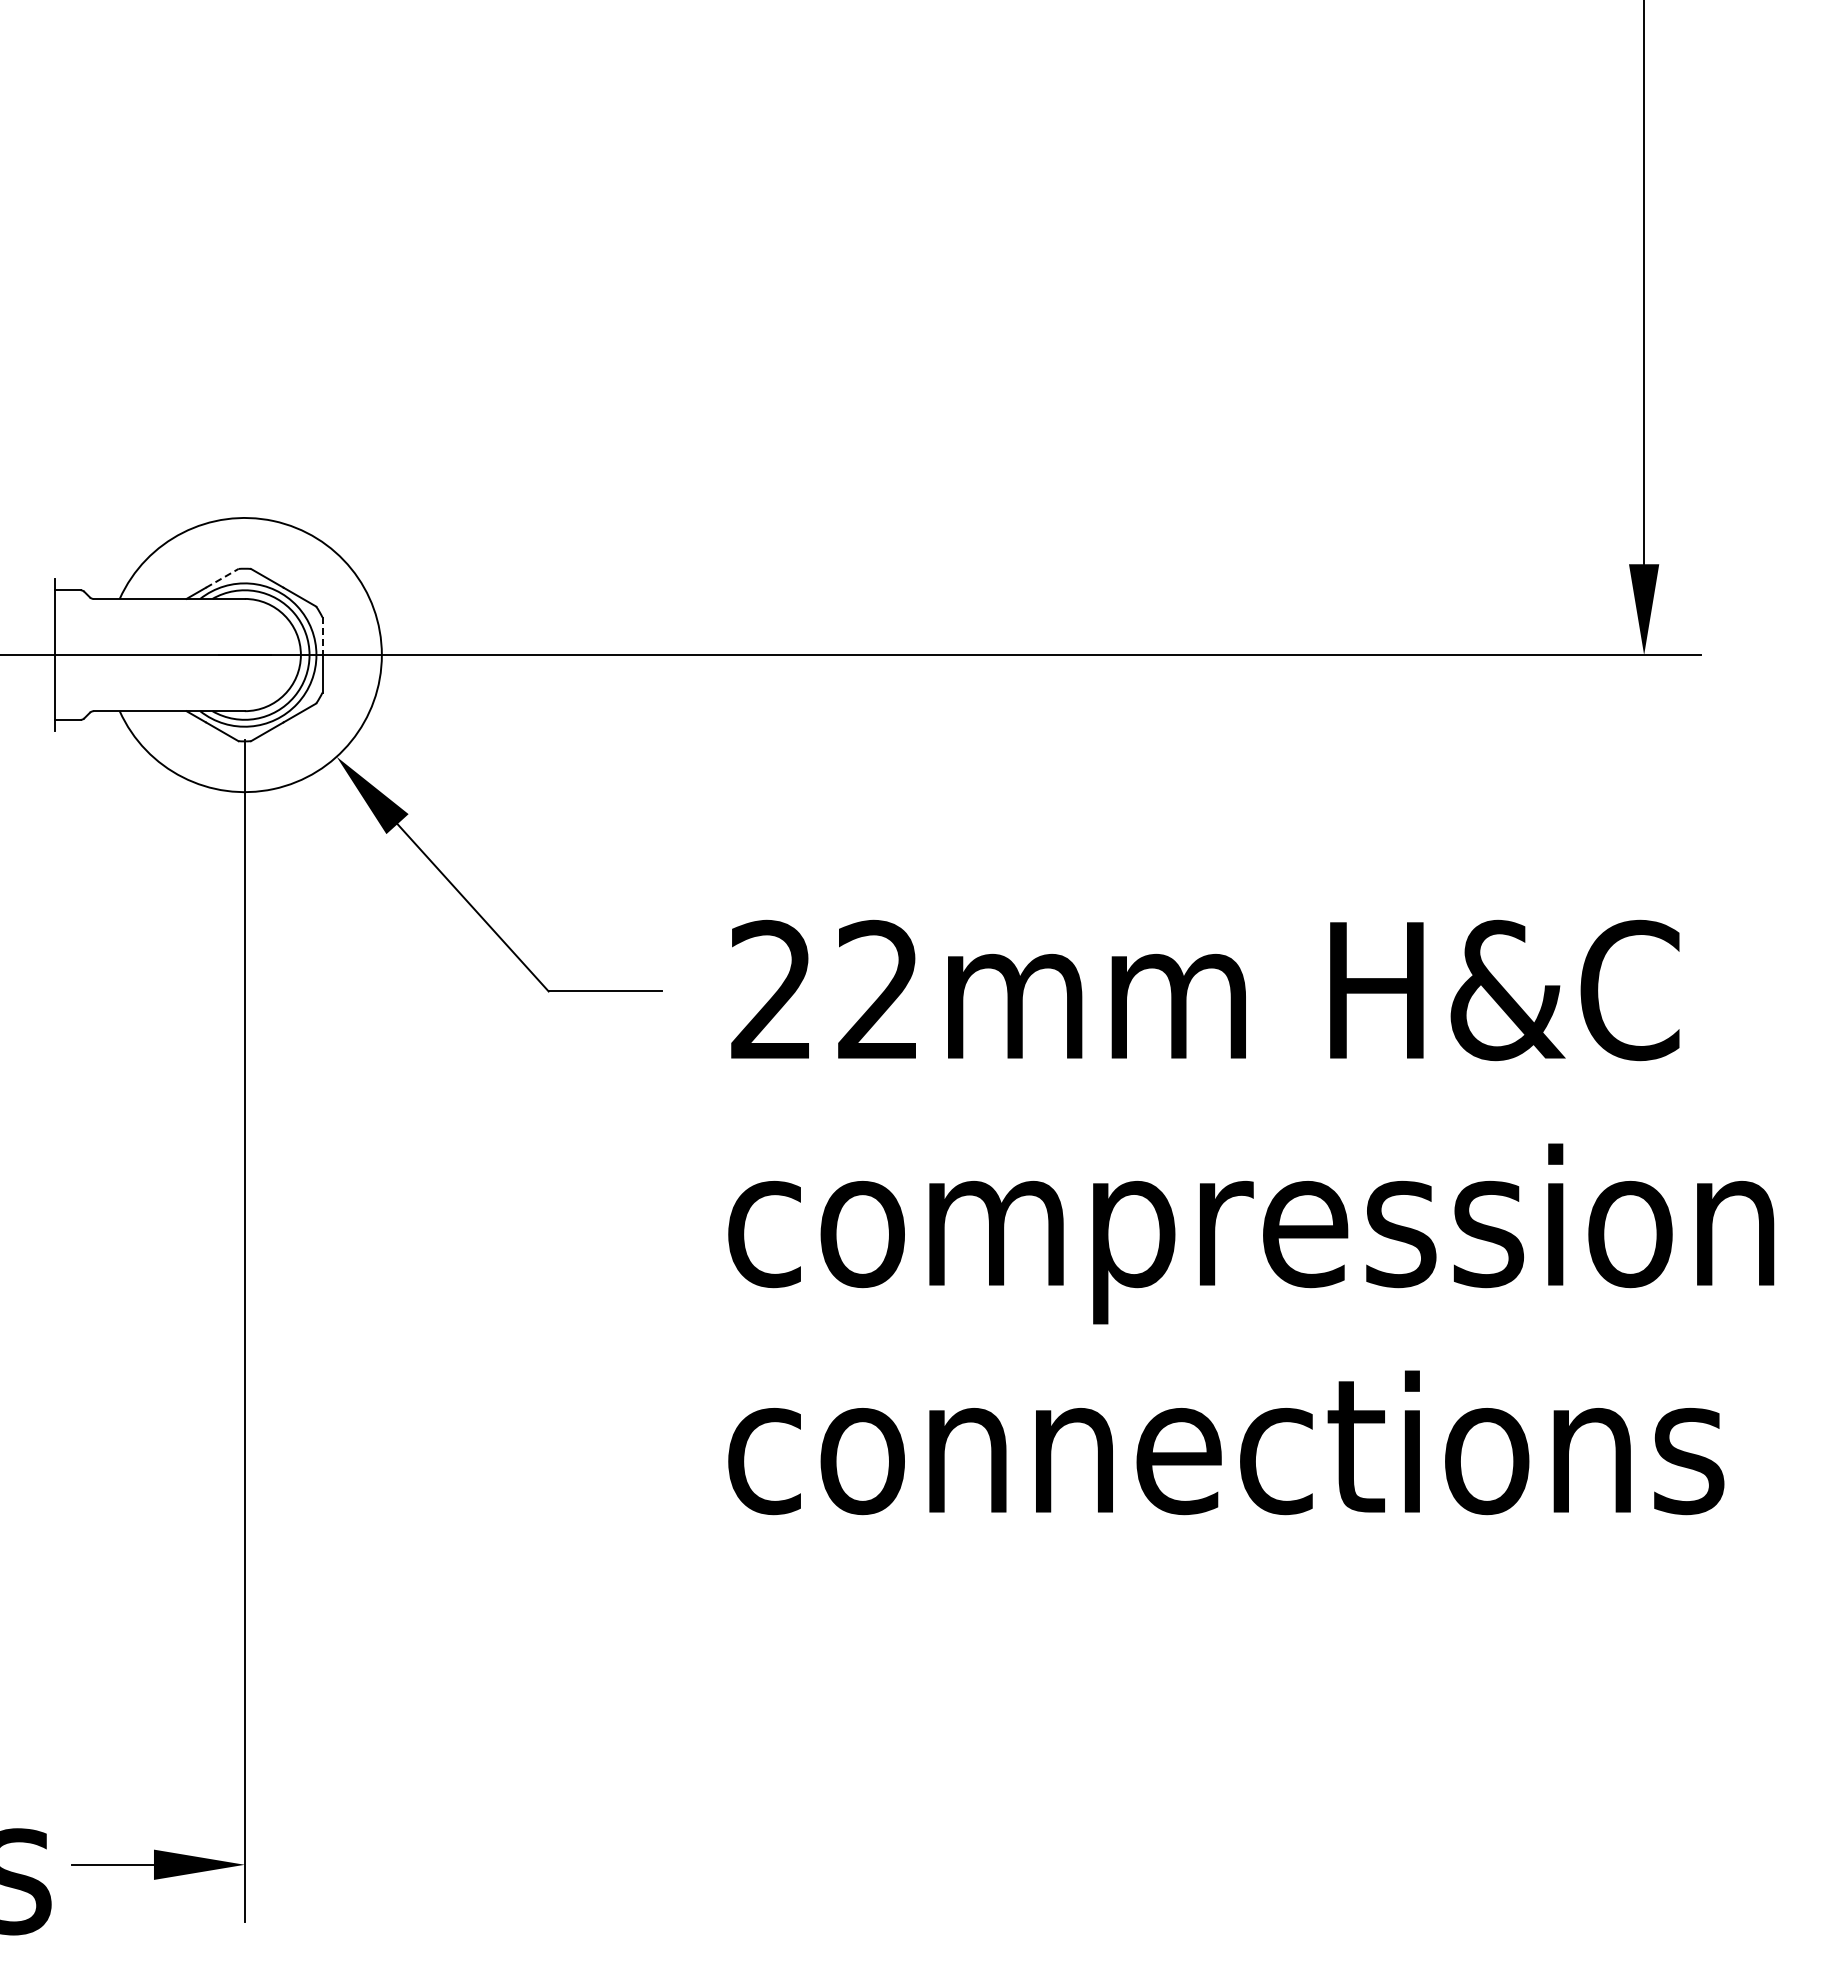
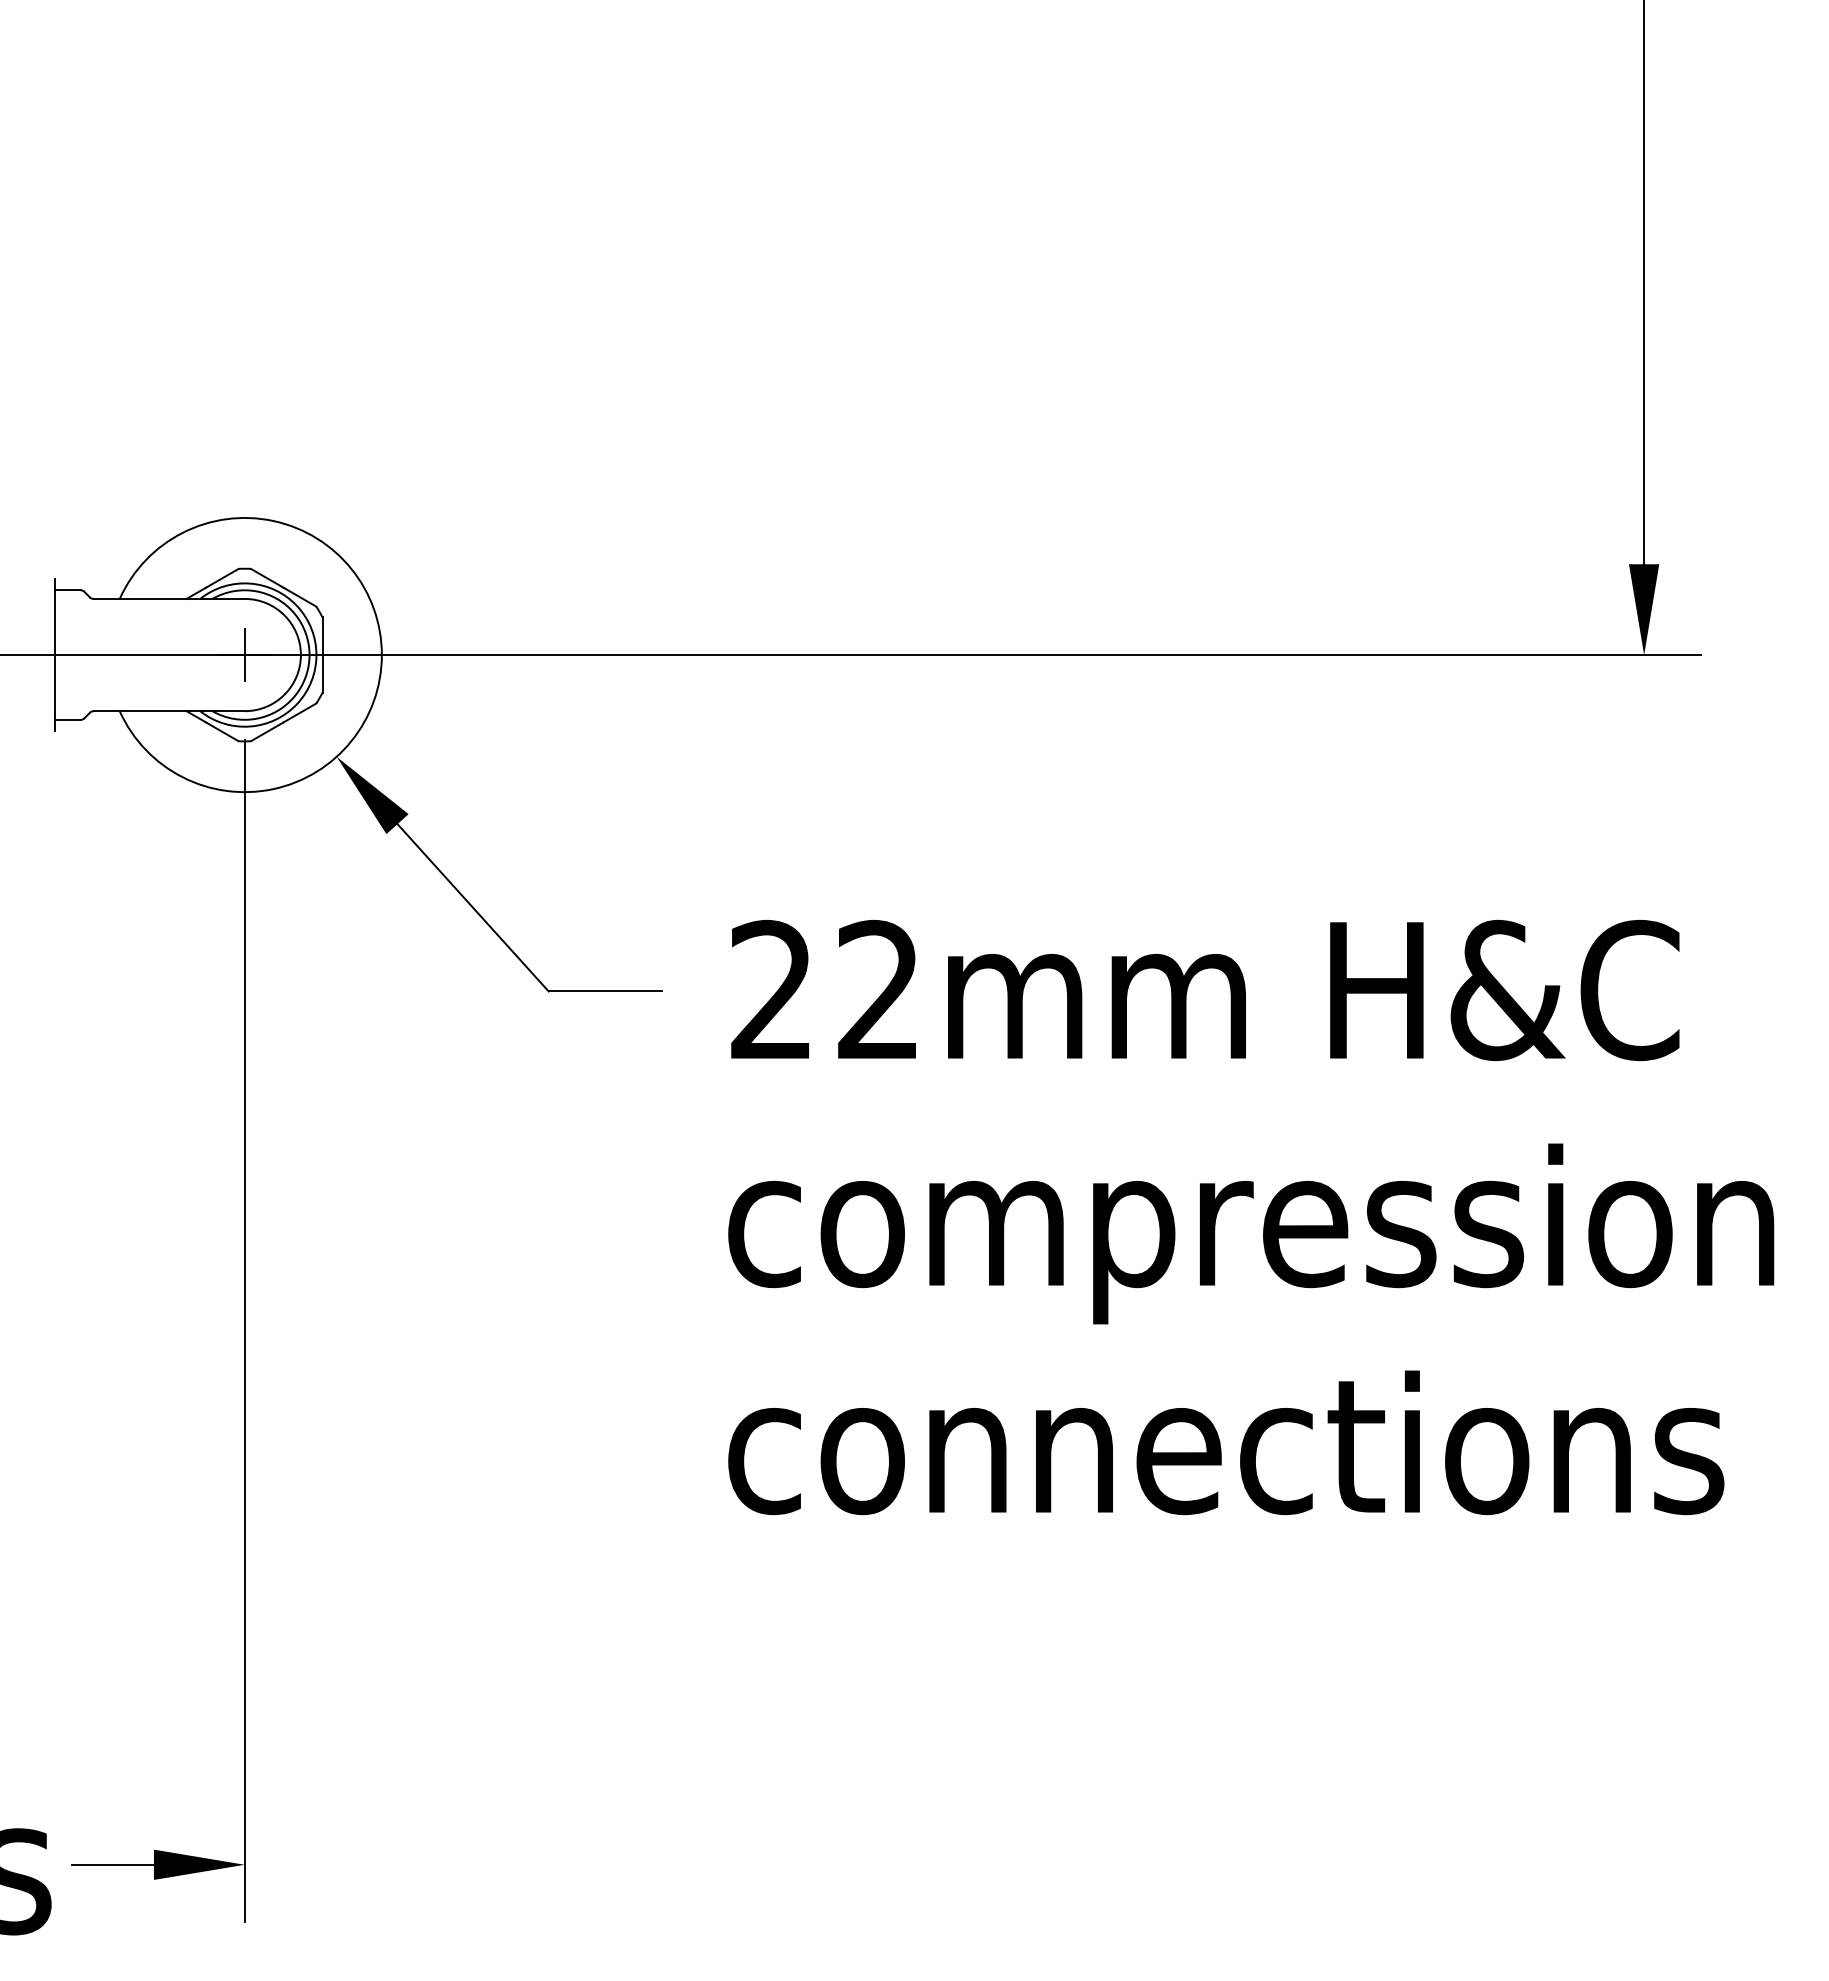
line at (222, 578): dashed -> solid
line at (322, 636): dashed -> solid
line at (244, 654): none -> present
